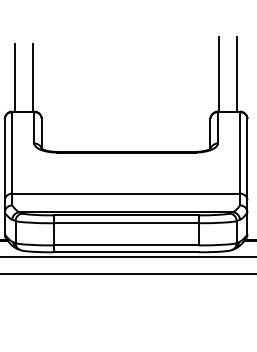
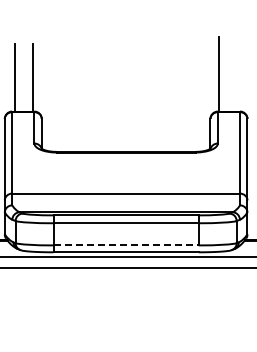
line at (237, 74): present -> none
line at (126, 245): solid -> dashed
line at (127, 273) position: (127, 273) -> (127, 267)
